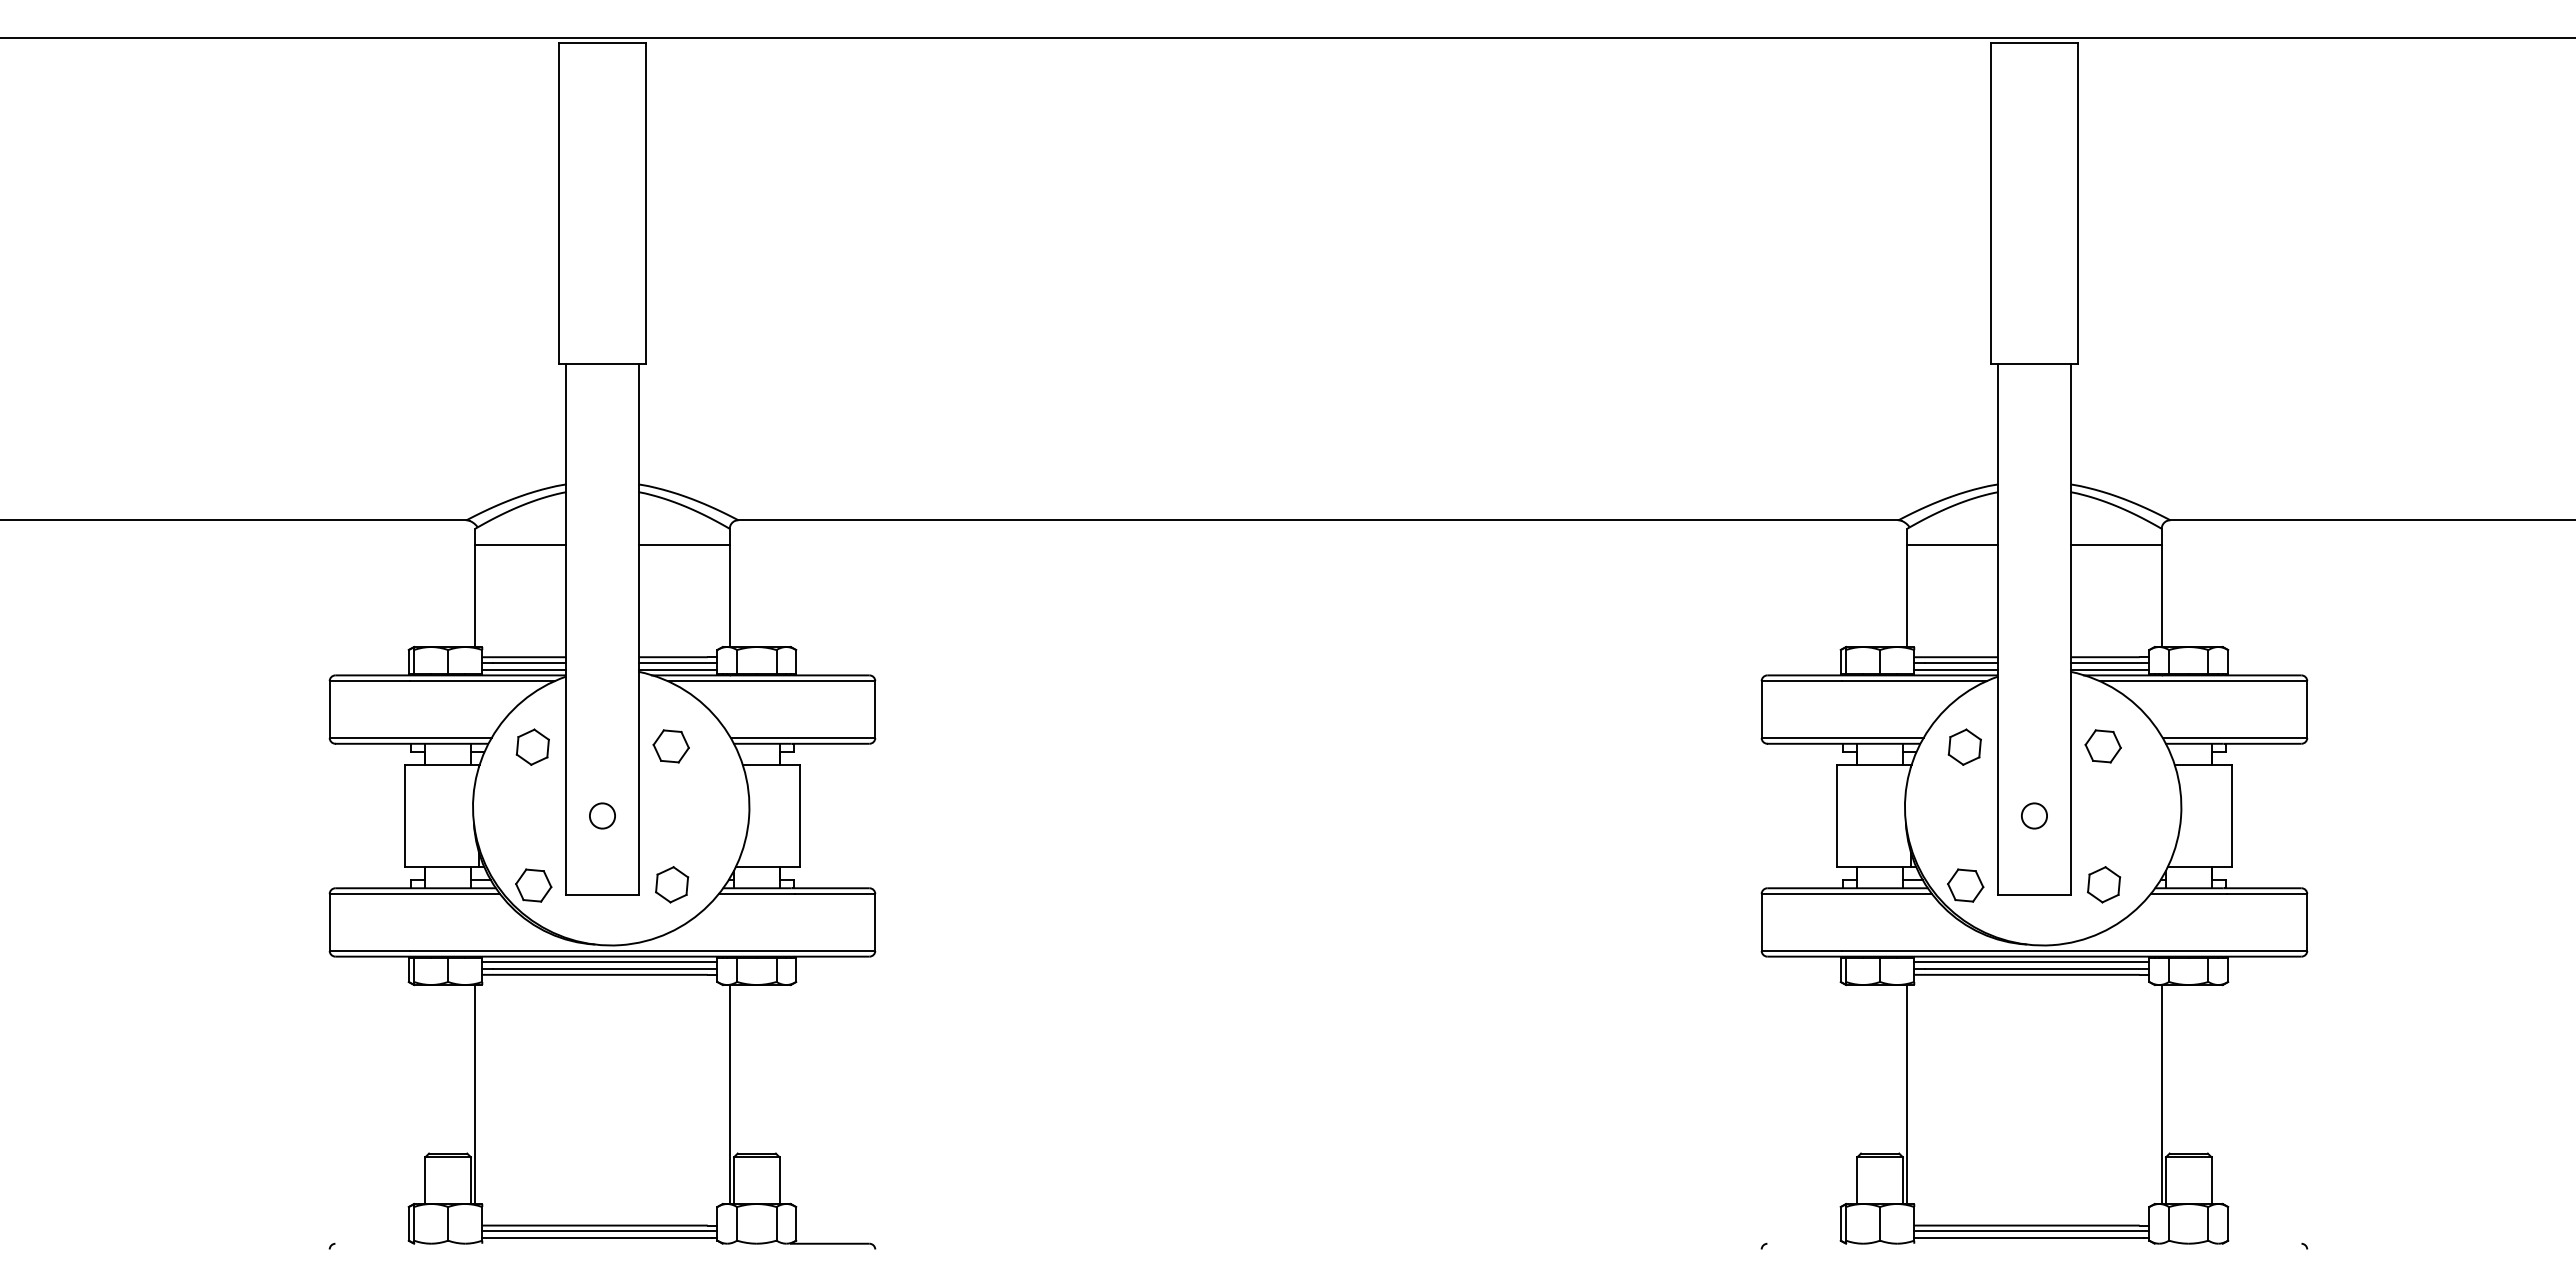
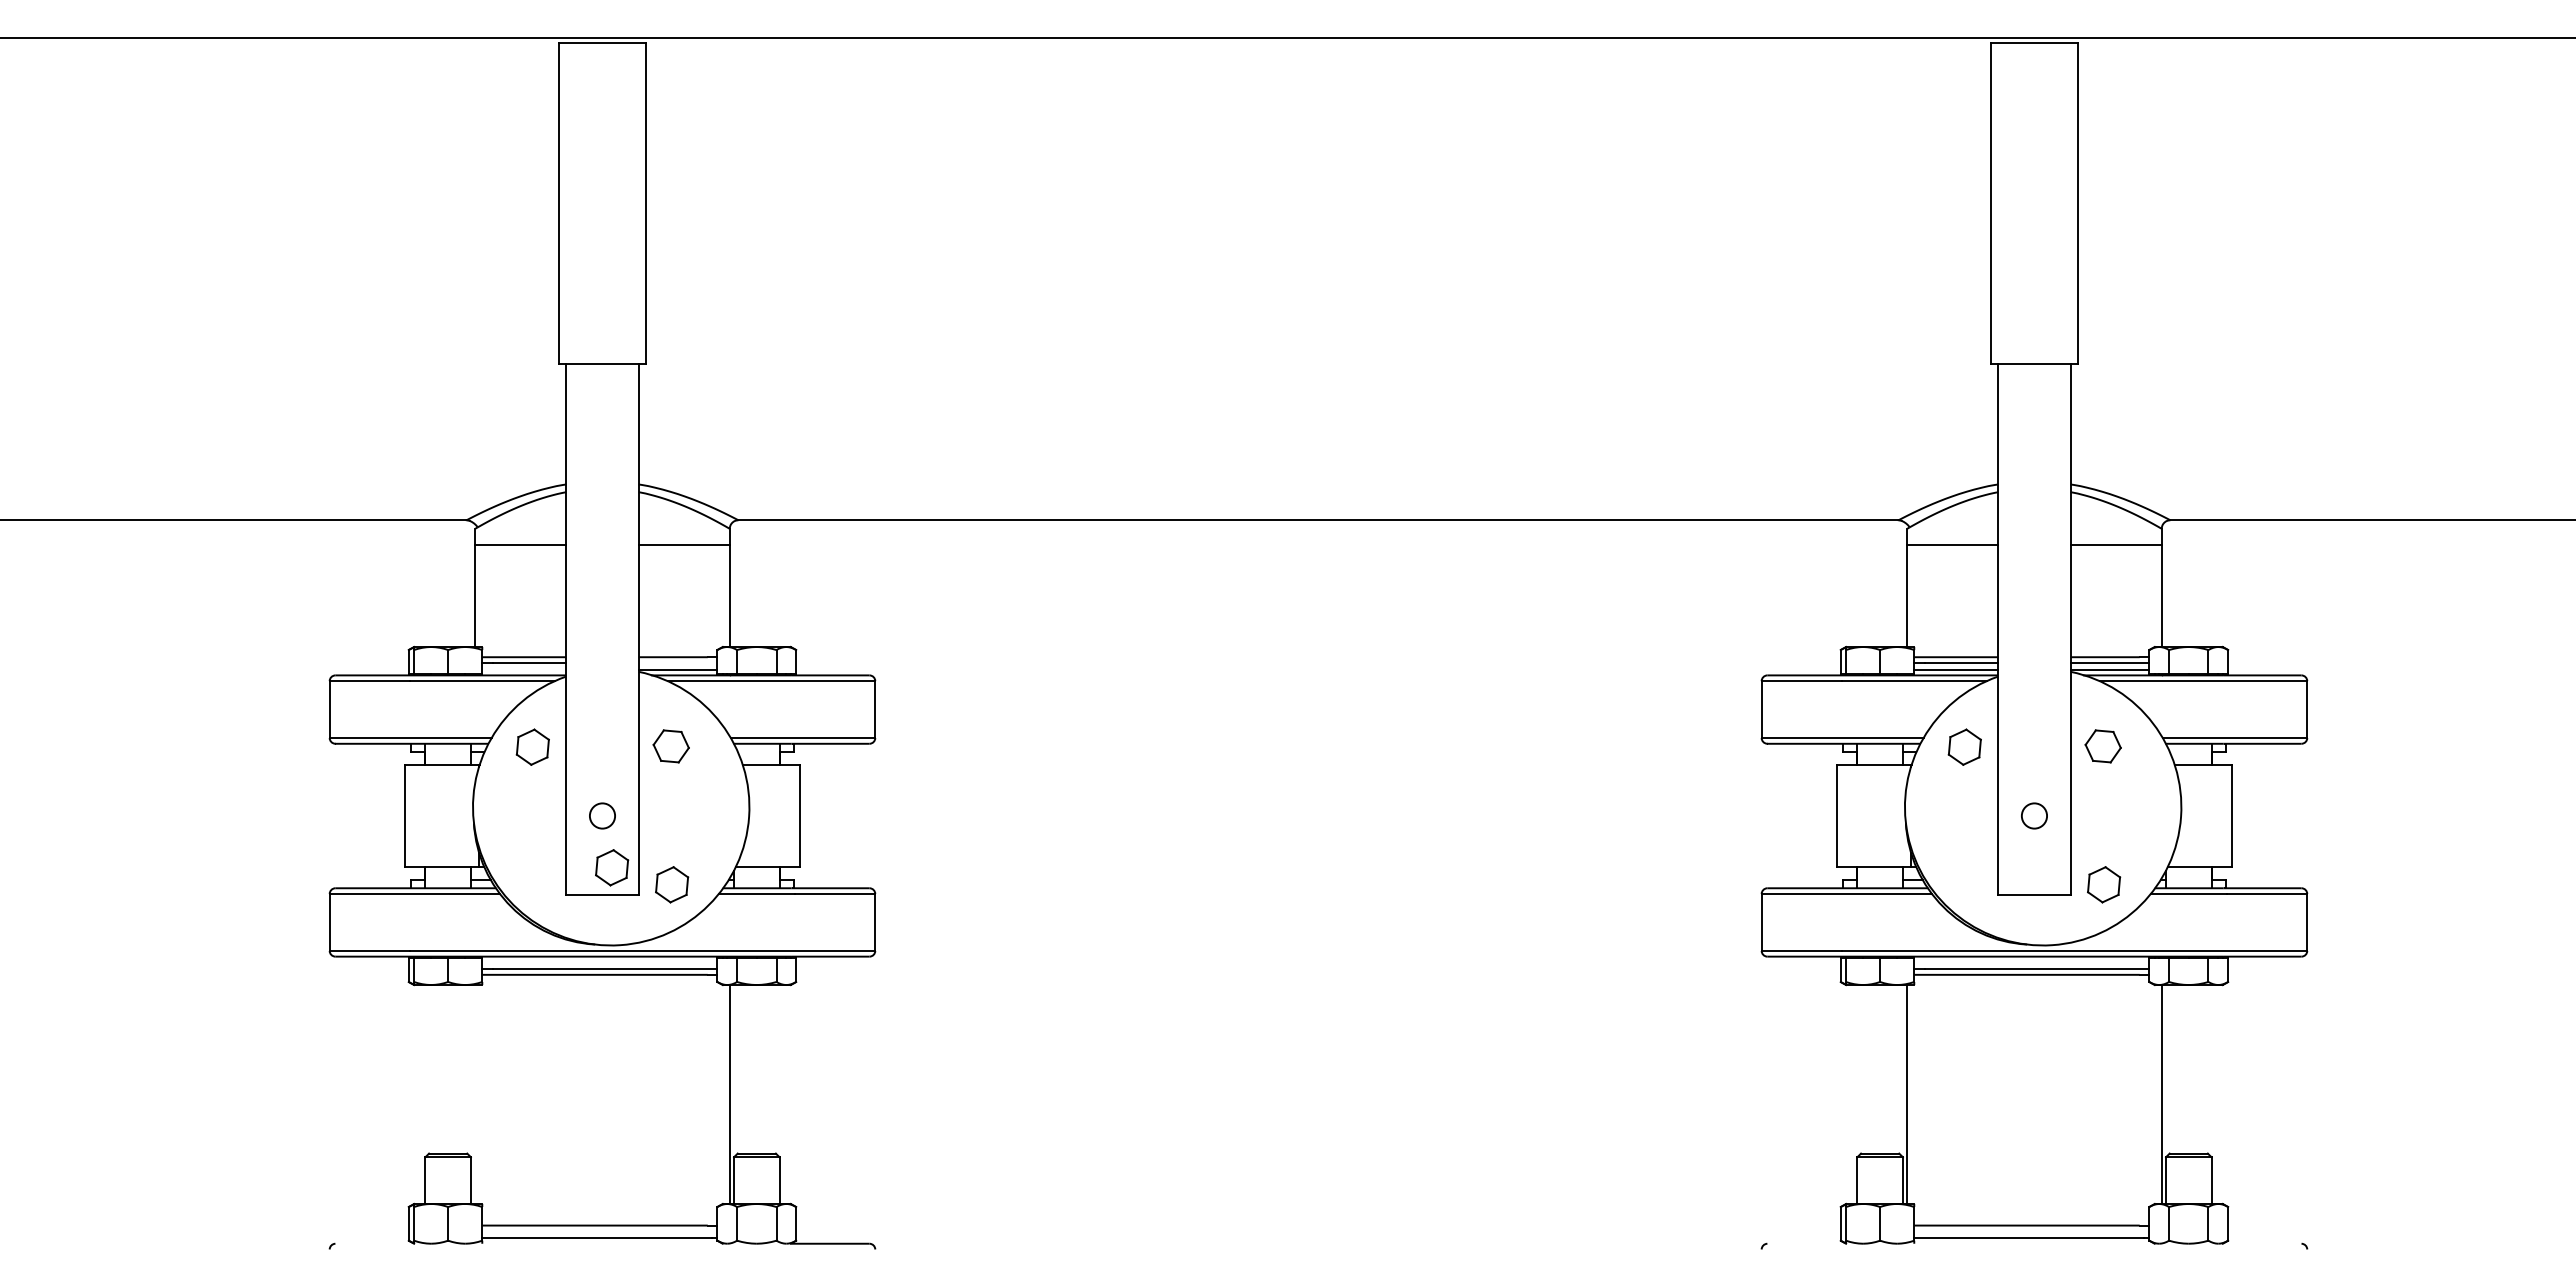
line at (677, 662): present -> none
line at (524, 669): present -> none
part at (612, 867): none -> present
part at (533, 885): present -> none
part at (1965, 885): present -> none
line at (599, 962): present -> none
line at (2031, 962): present -> none
line at (475, 1094): present -> none
line at (599, 1231): present -> none
line at (2031, 1231): present -> none
